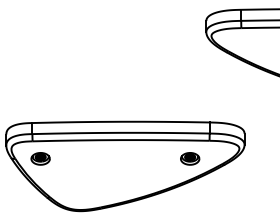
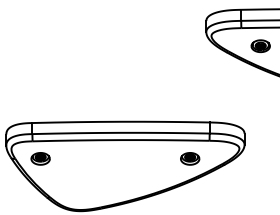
part at (260, 45): none -> present
